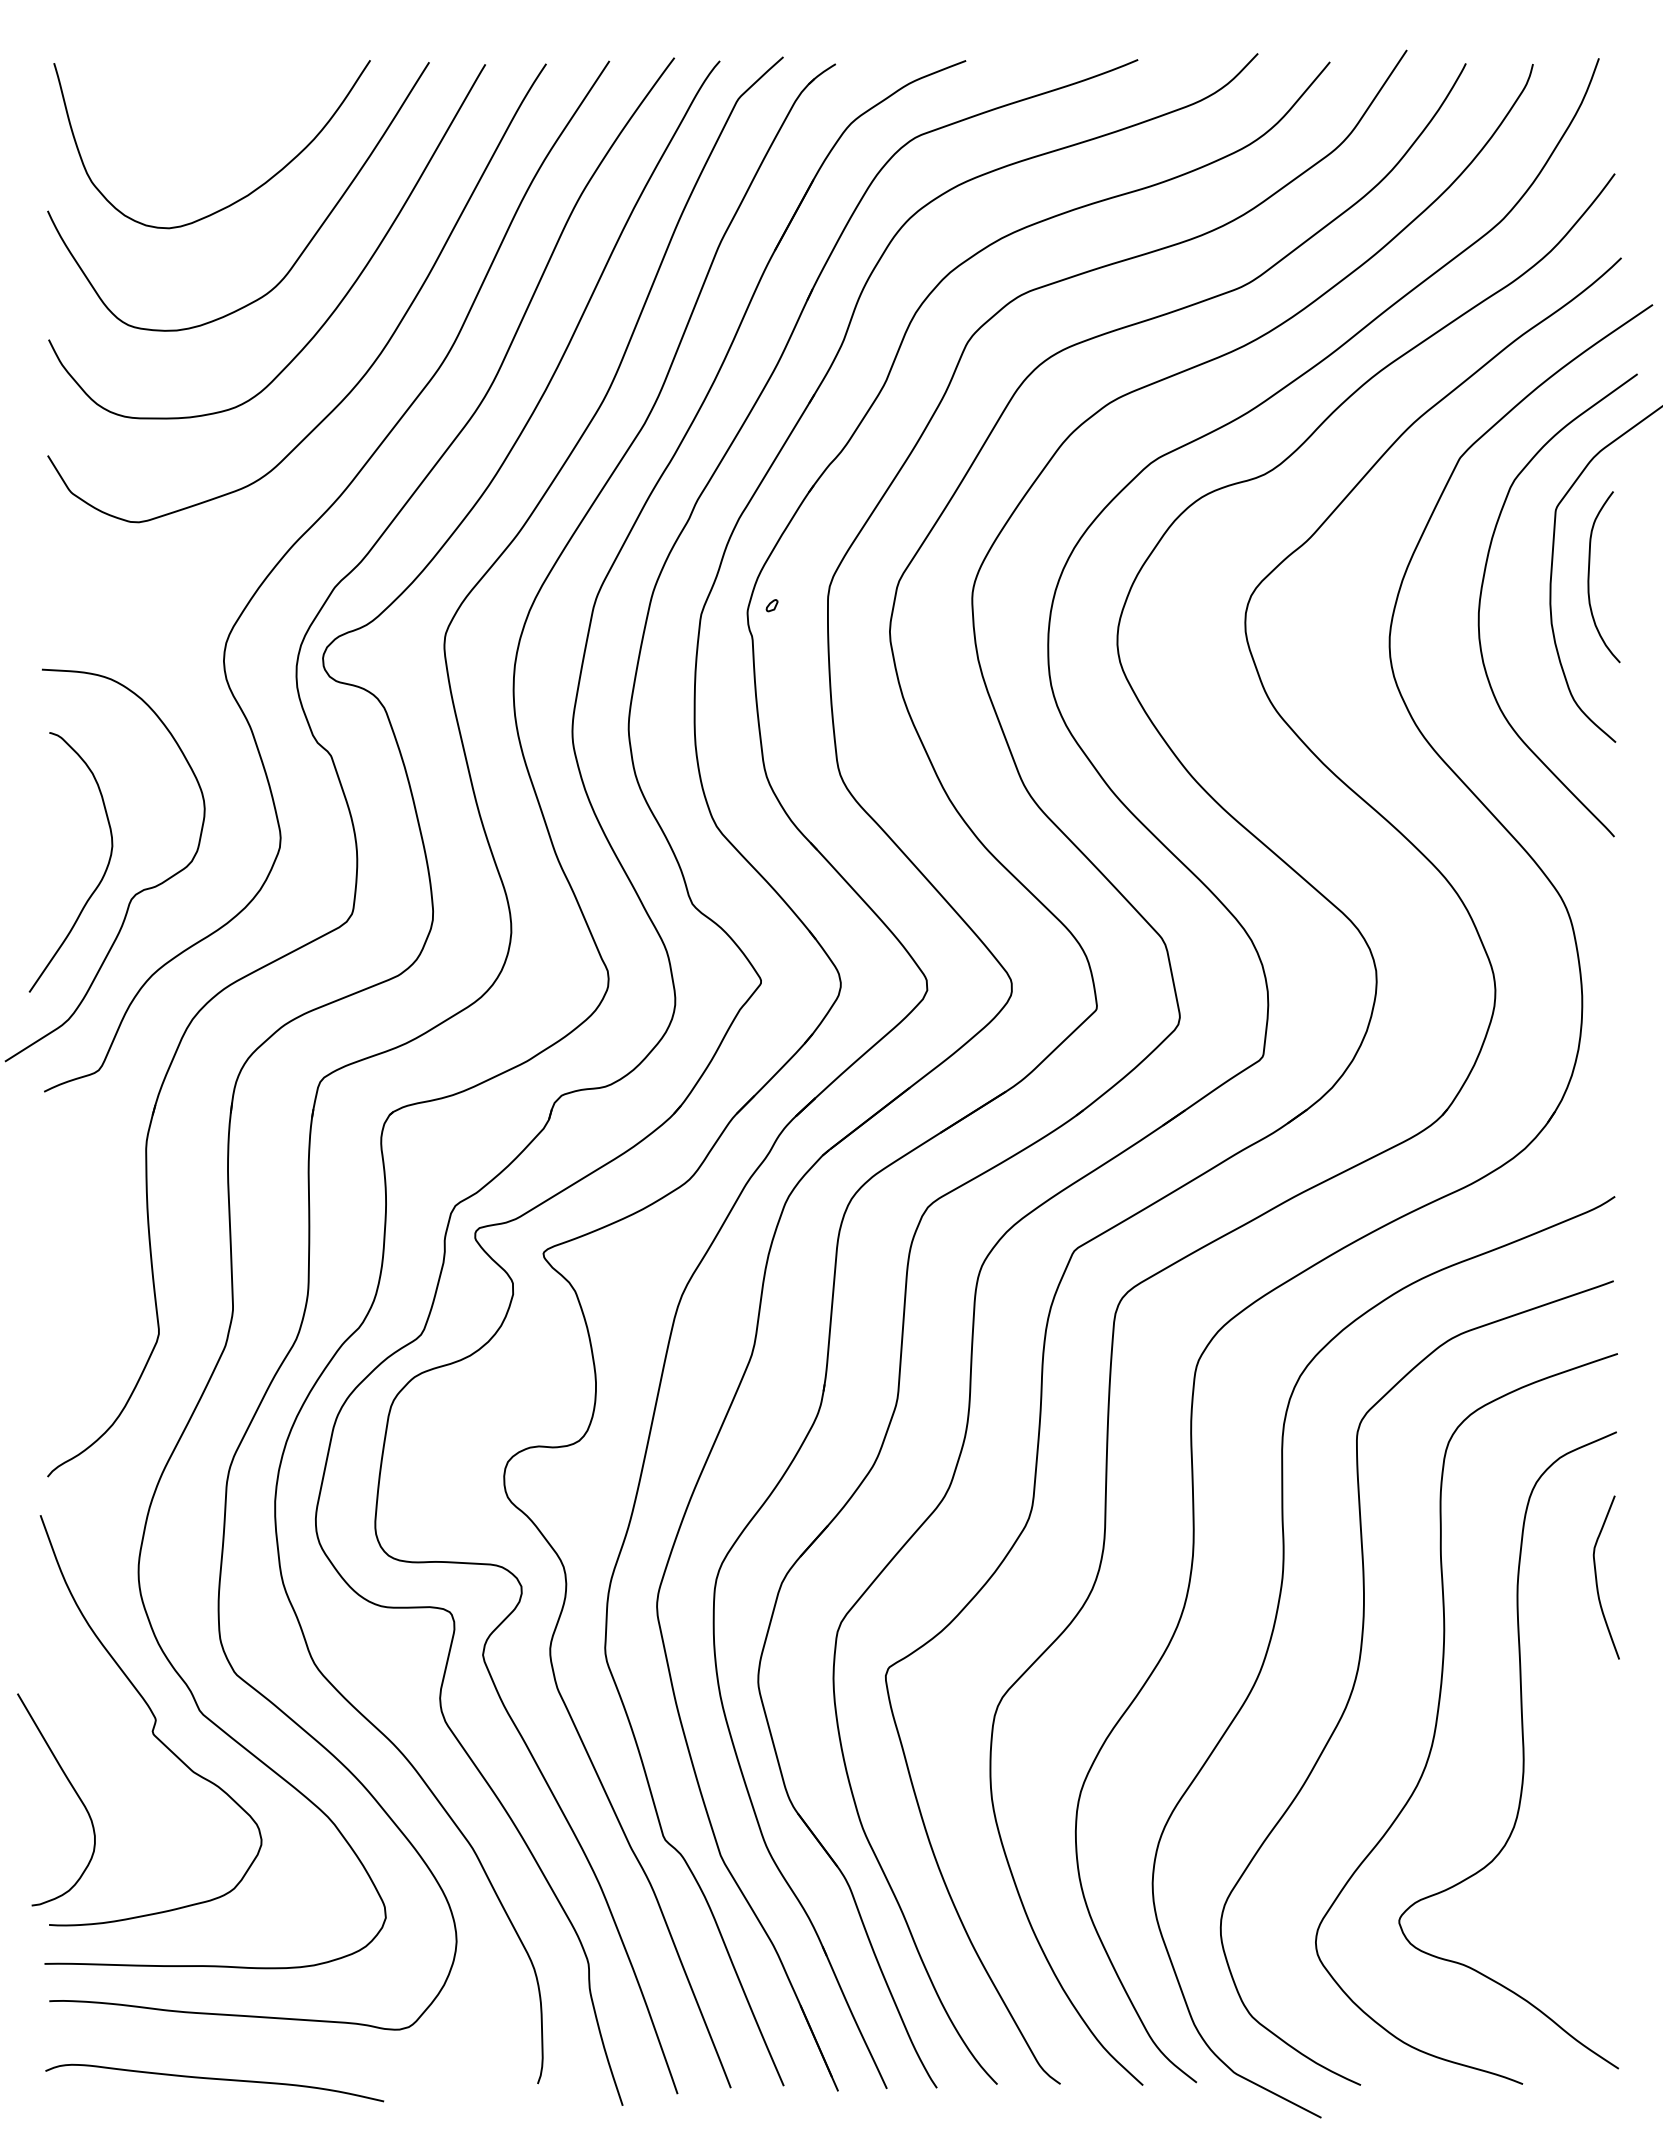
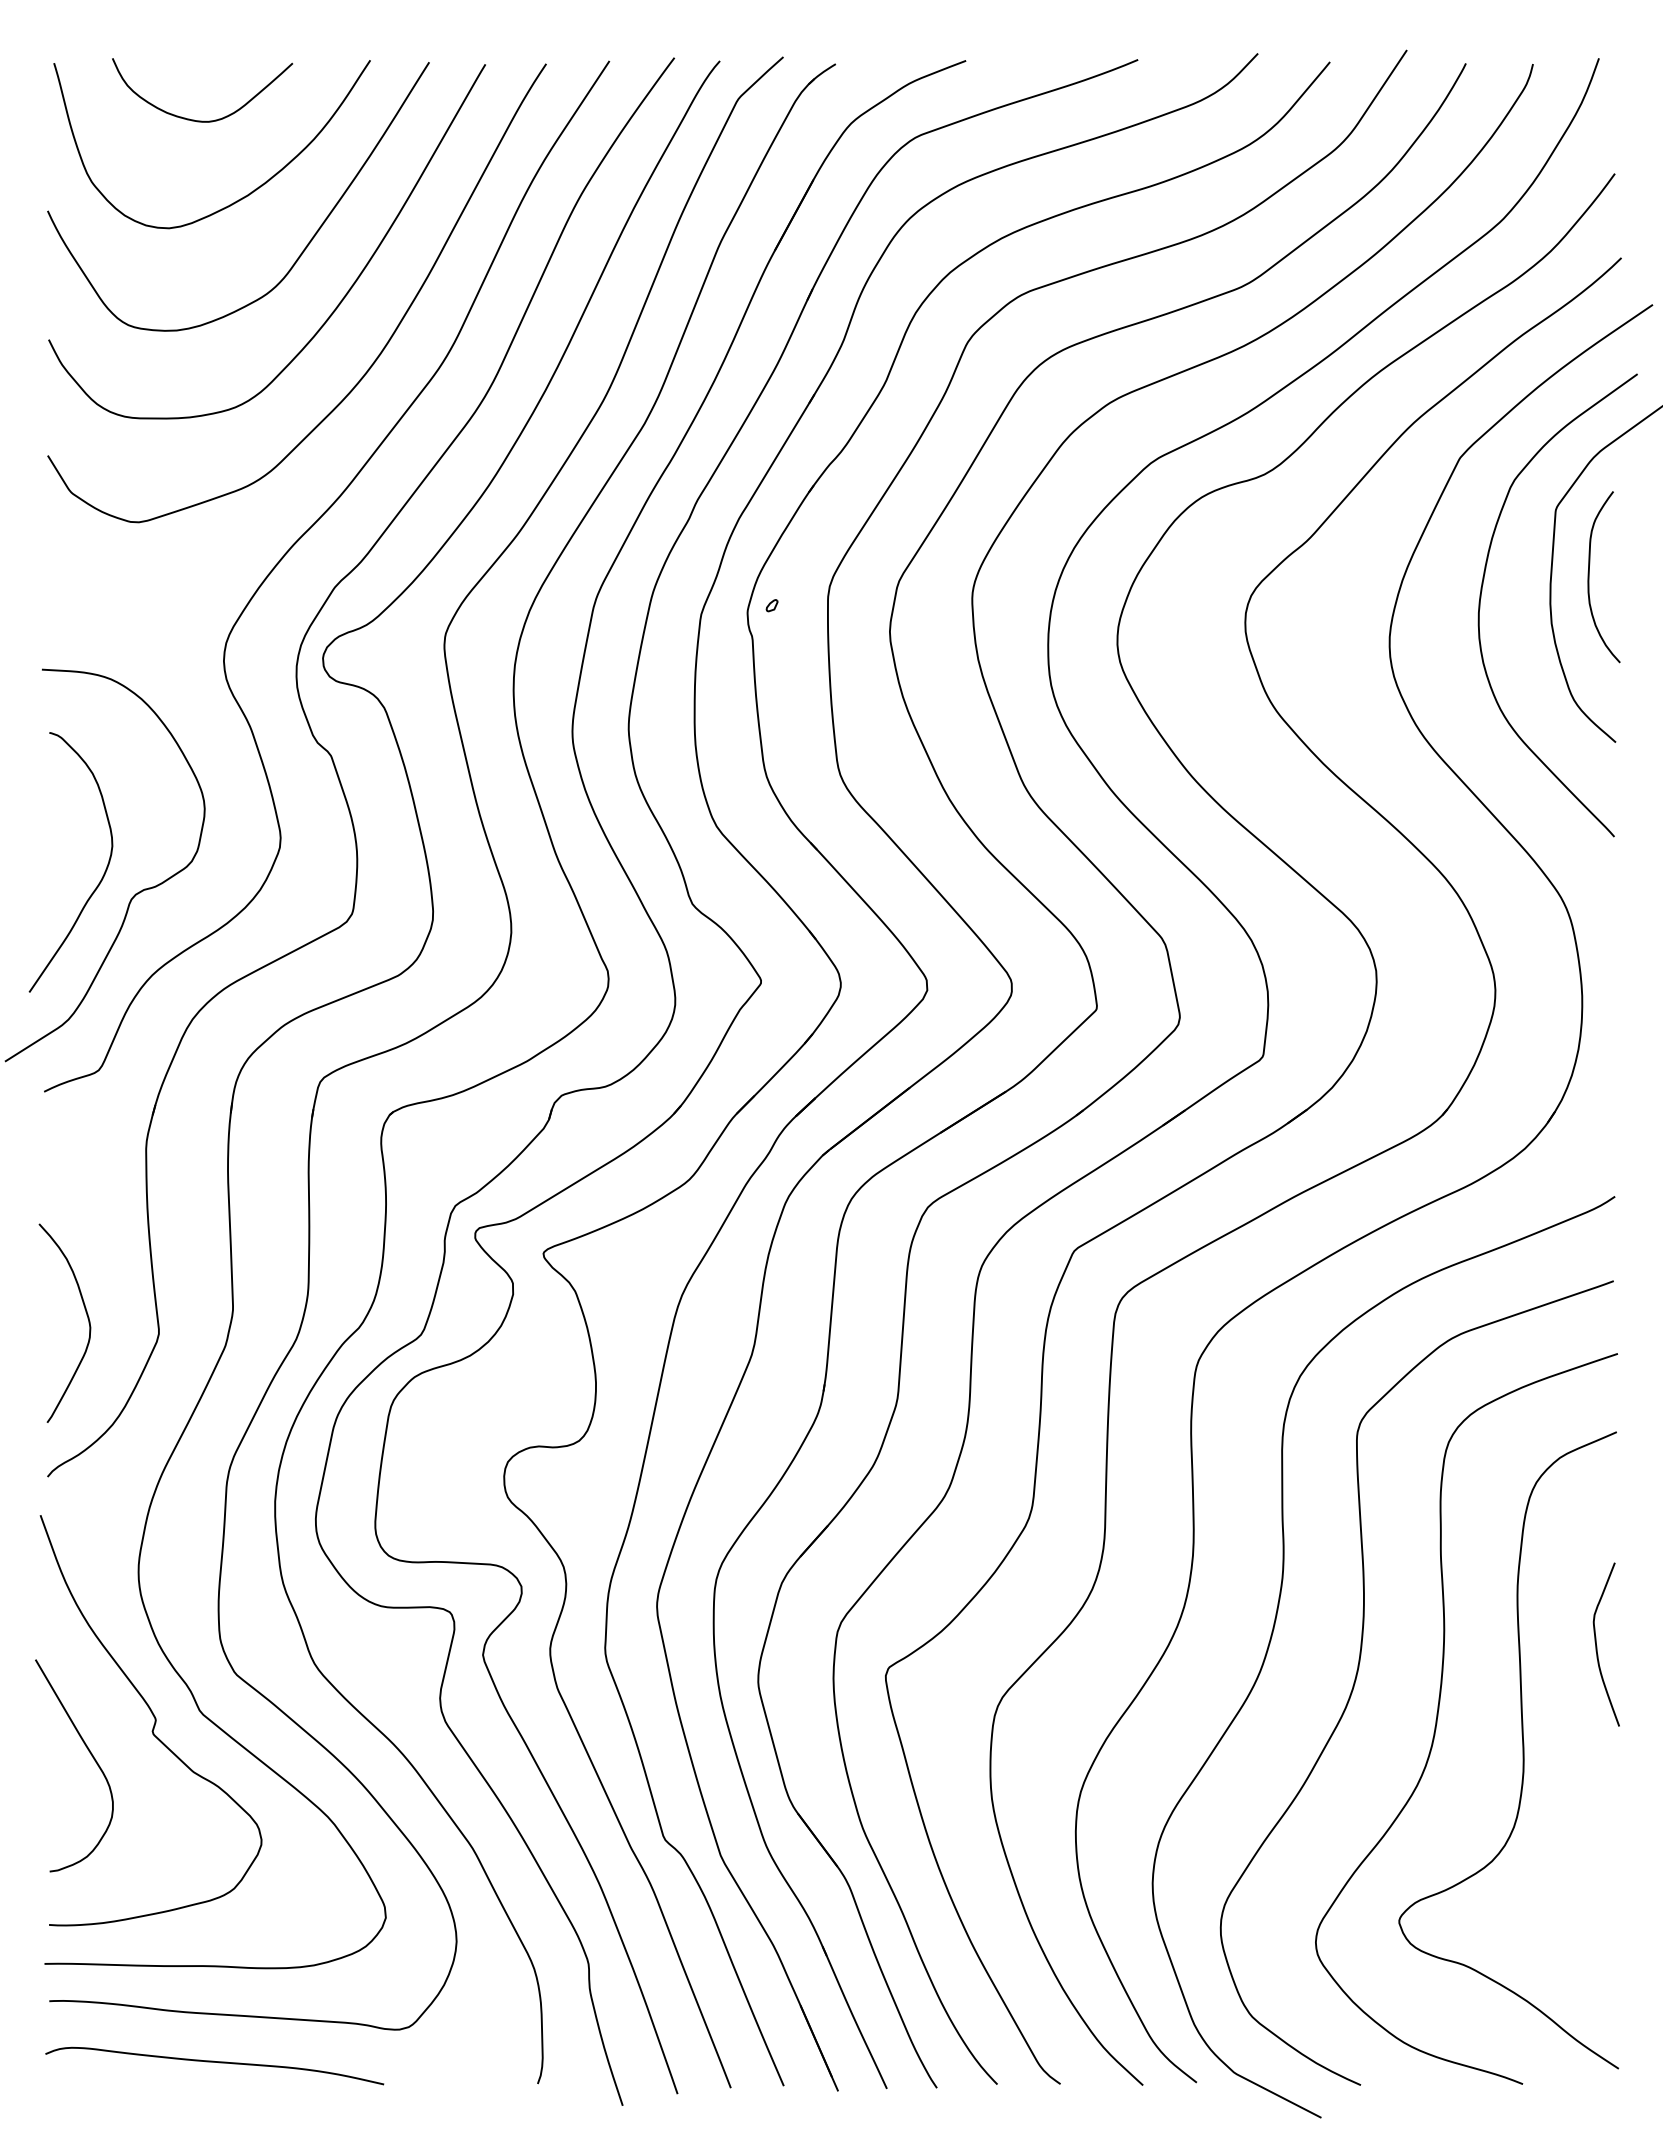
curve at (202, 120): none -> present
curve at (86, 1315): none -> present
curve at (1597, 1579) position: (1597, 1579) -> (1597, 1646)
curve at (73, 1790) position: (73, 1790) -> (91, 1756)
curve at (214, 2079) position: (214, 2079) -> (214, 2062)
